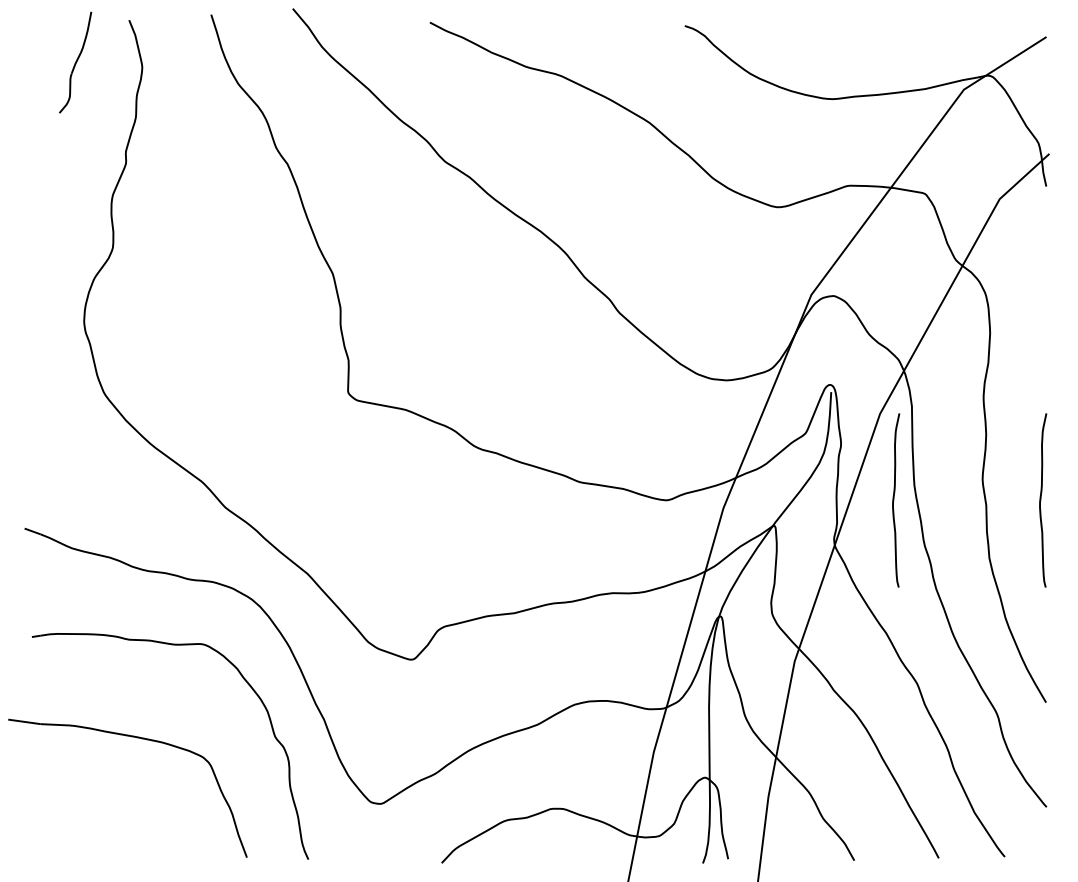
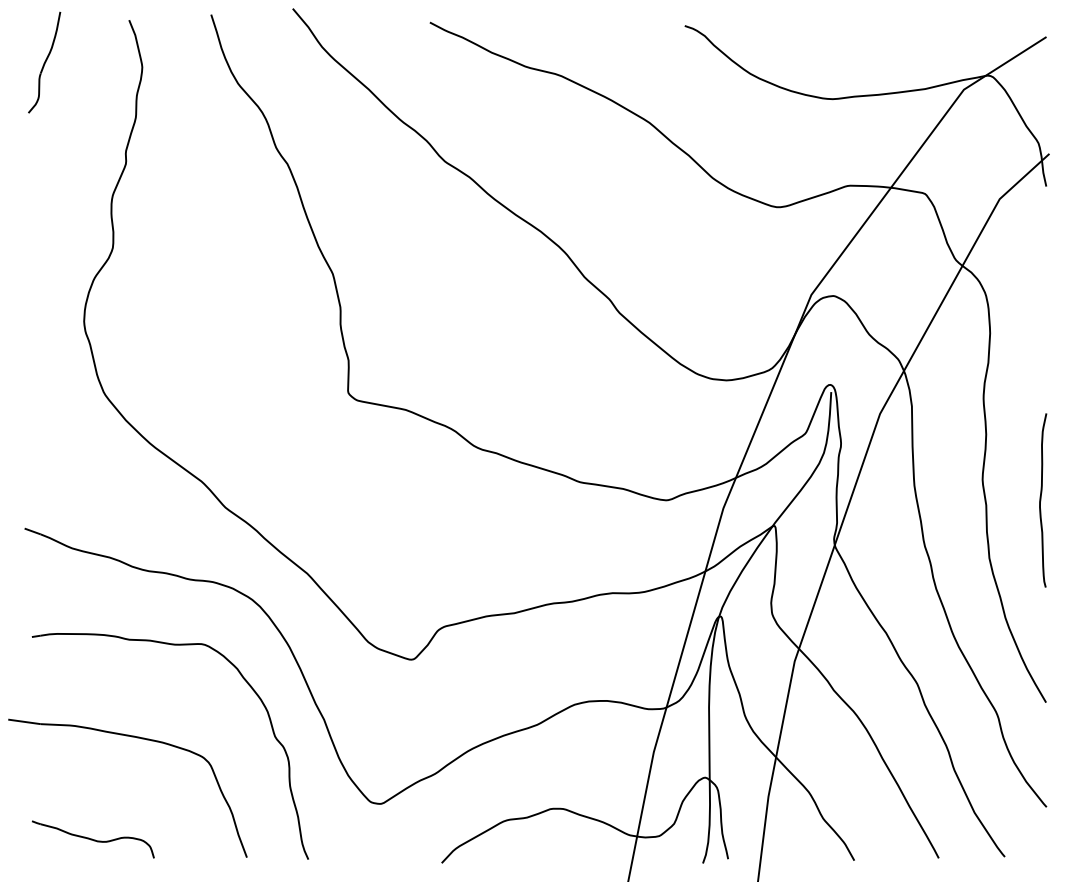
part at (75, 62) position: (75, 62) -> (44, 62)
curve at (894, 500): present -> none
part at (93, 839): none -> present
